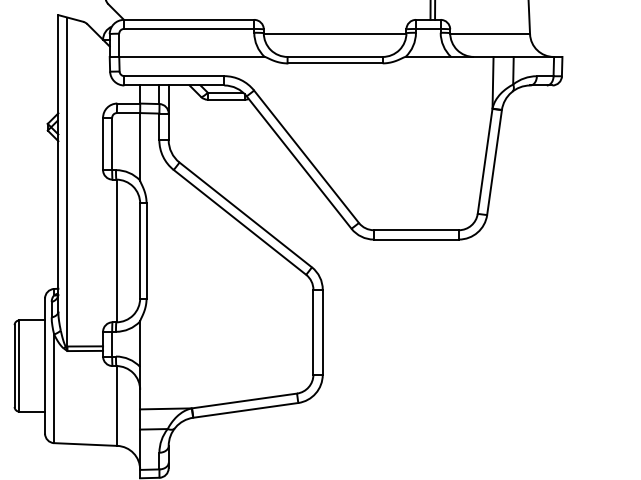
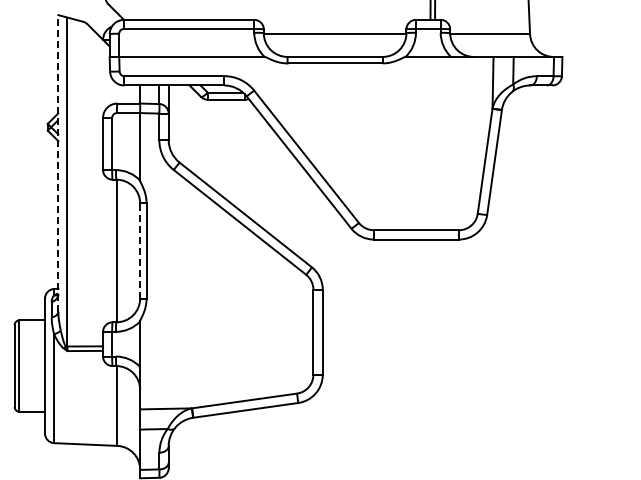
line at (58, 162): solid -> dashed
line at (140, 250): solid -> dashed
